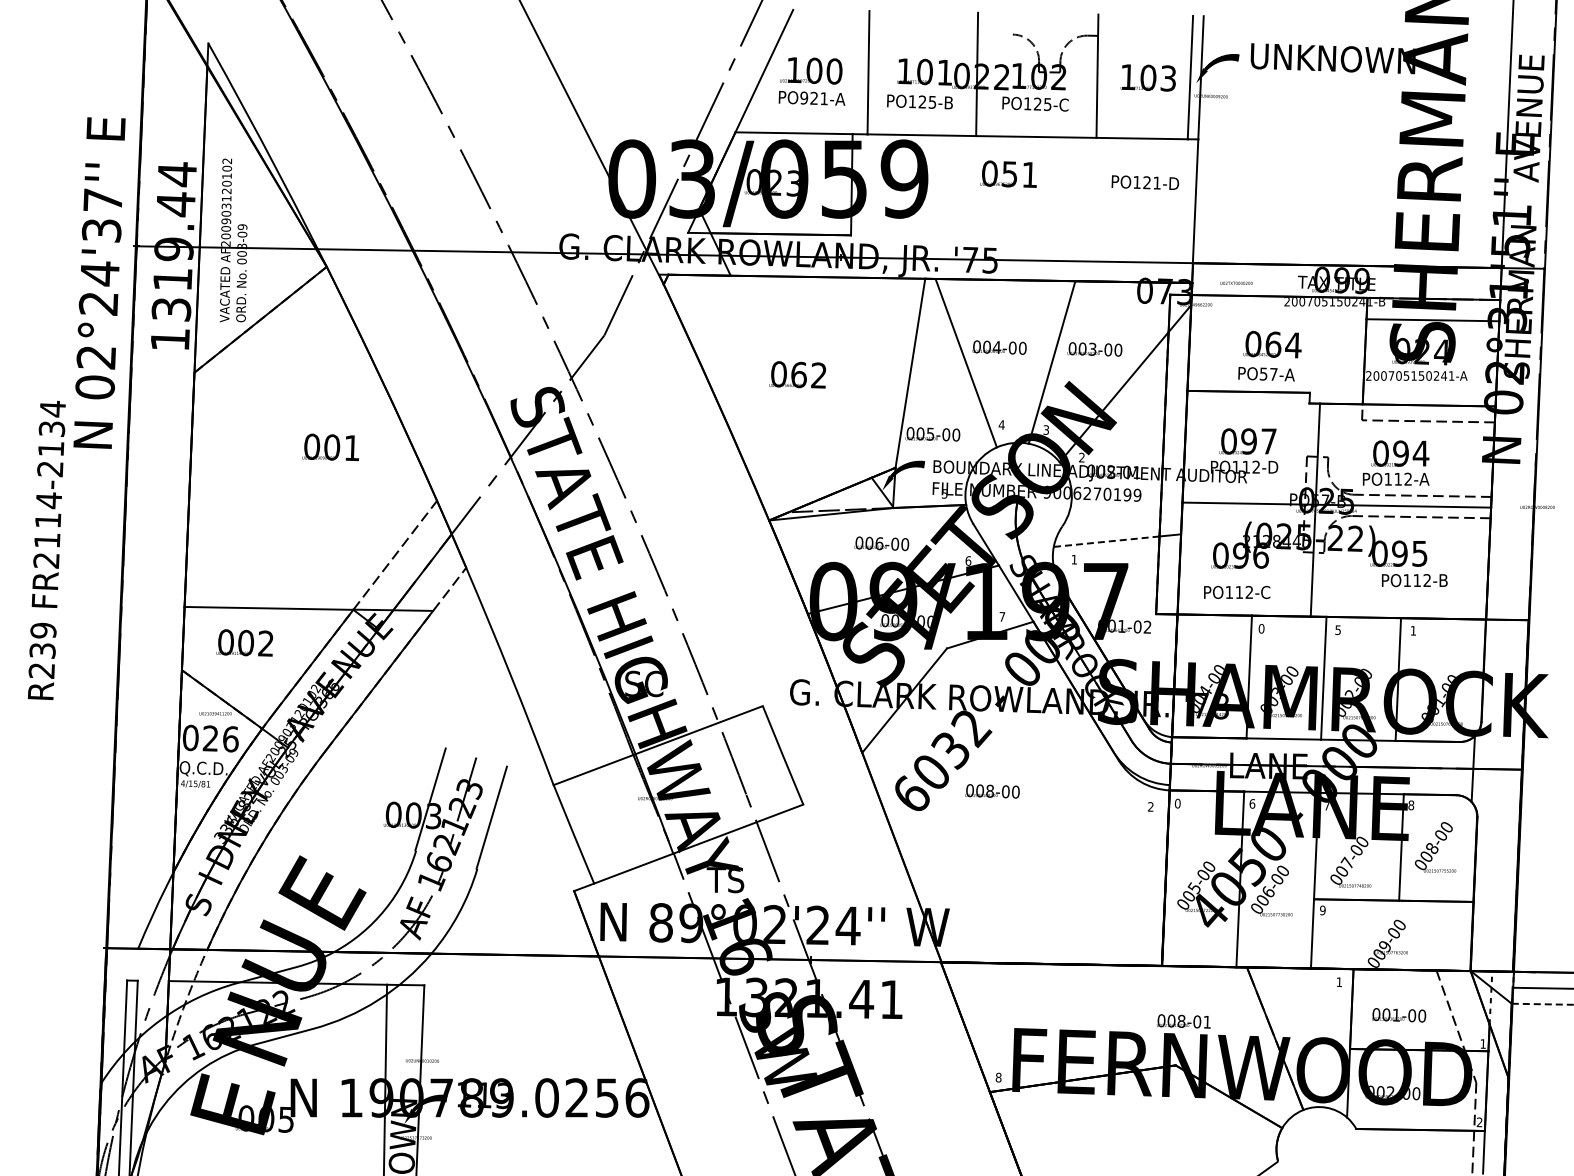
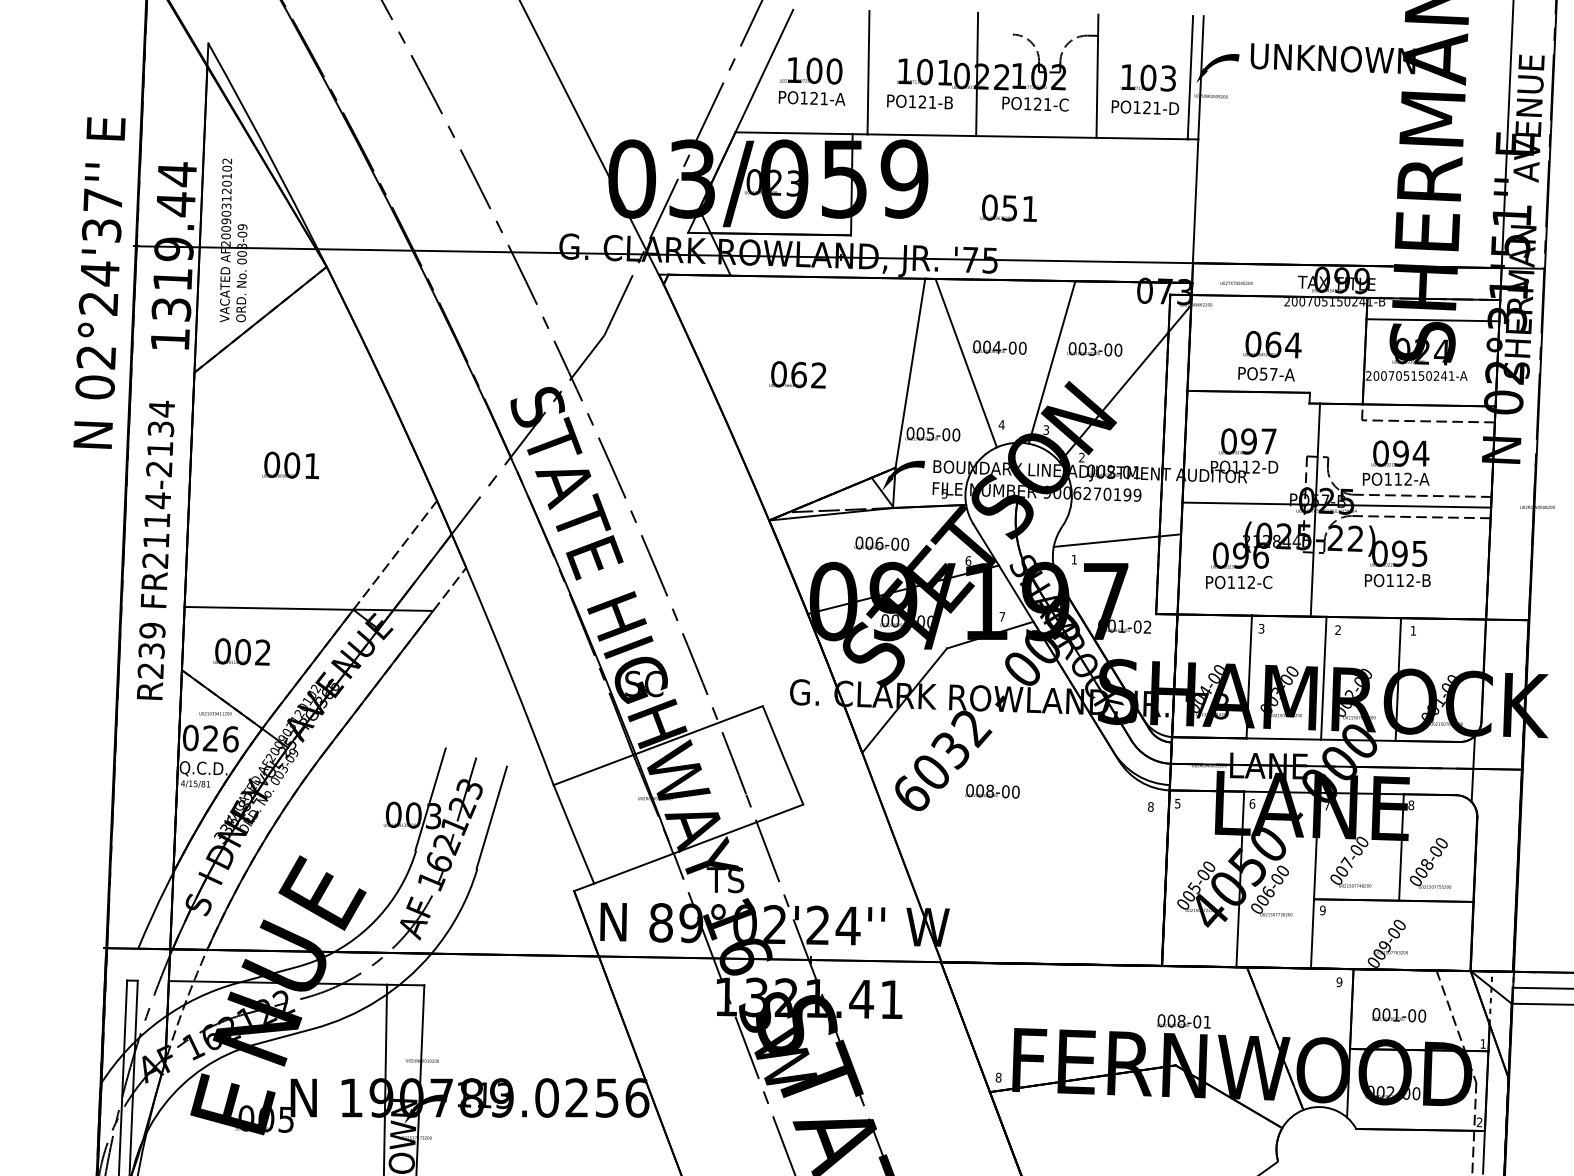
text at (804, 97): PO921-A -> PO121-A
text at (932, 102): PO125-B -> PO121-B
text at (1047, 104): PO125-C -> PO121-C
text at (1008, 173) position: (1008, 173) -> (1008, 207)
text at (1144, 182) position: (1144, 182) -> (1144, 107)
text at (330, 447) position: (330, 447) -> (290, 465)
line at (1106, 541): dashed -> solid
text at (46, 549) position: (46, 549) -> (155, 549)
text at (1414, 580) position: (1414, 580) -> (1397, 580)
text at (1237, 592) position: (1237, 592) -> (1239, 582)
text at (1261, 628): 0 -> 3
text at (1337, 630): 5 -> 2
text at (244, 642) position: (244, 642) -> (241, 651)
text at (1177, 803): 0 -> 5
text at (1150, 806): 2 -> 8
text at (1435, 847) position: (1435, 847) -> (1430, 863)
text at (1339, 982): 1 -> 9
line at (1542, 1004): dashed -> solid
